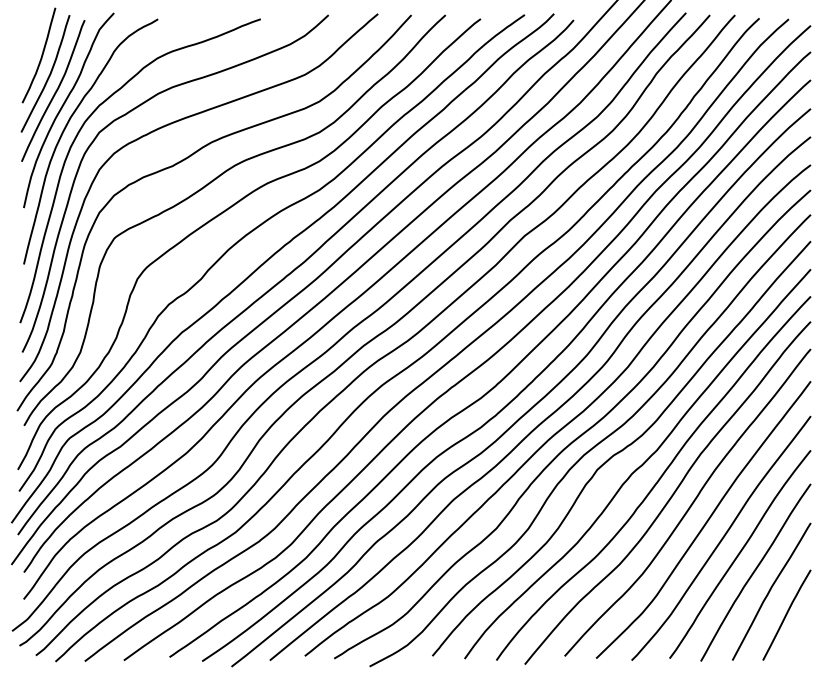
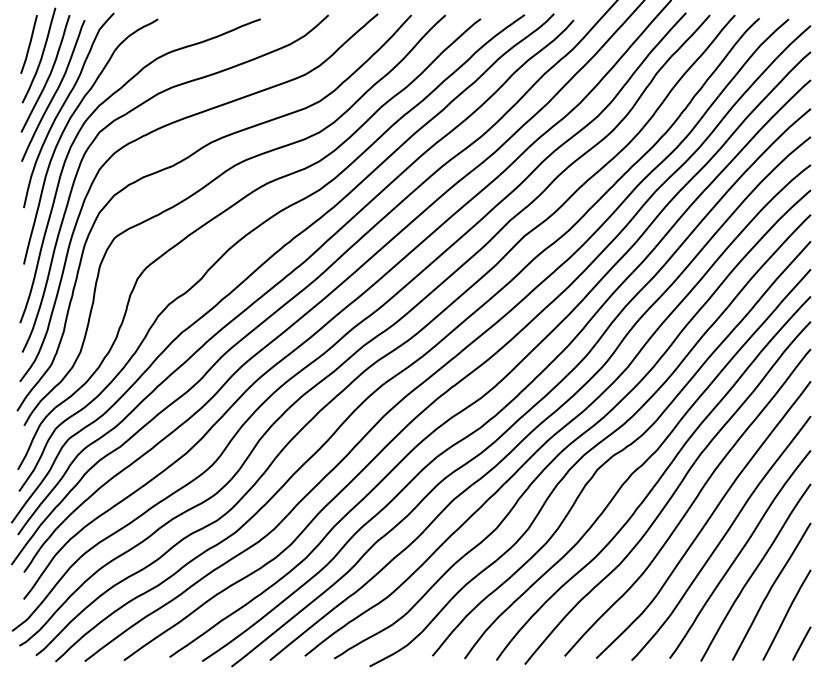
line at (28, 44): none -> present
line at (801, 643): none -> present
